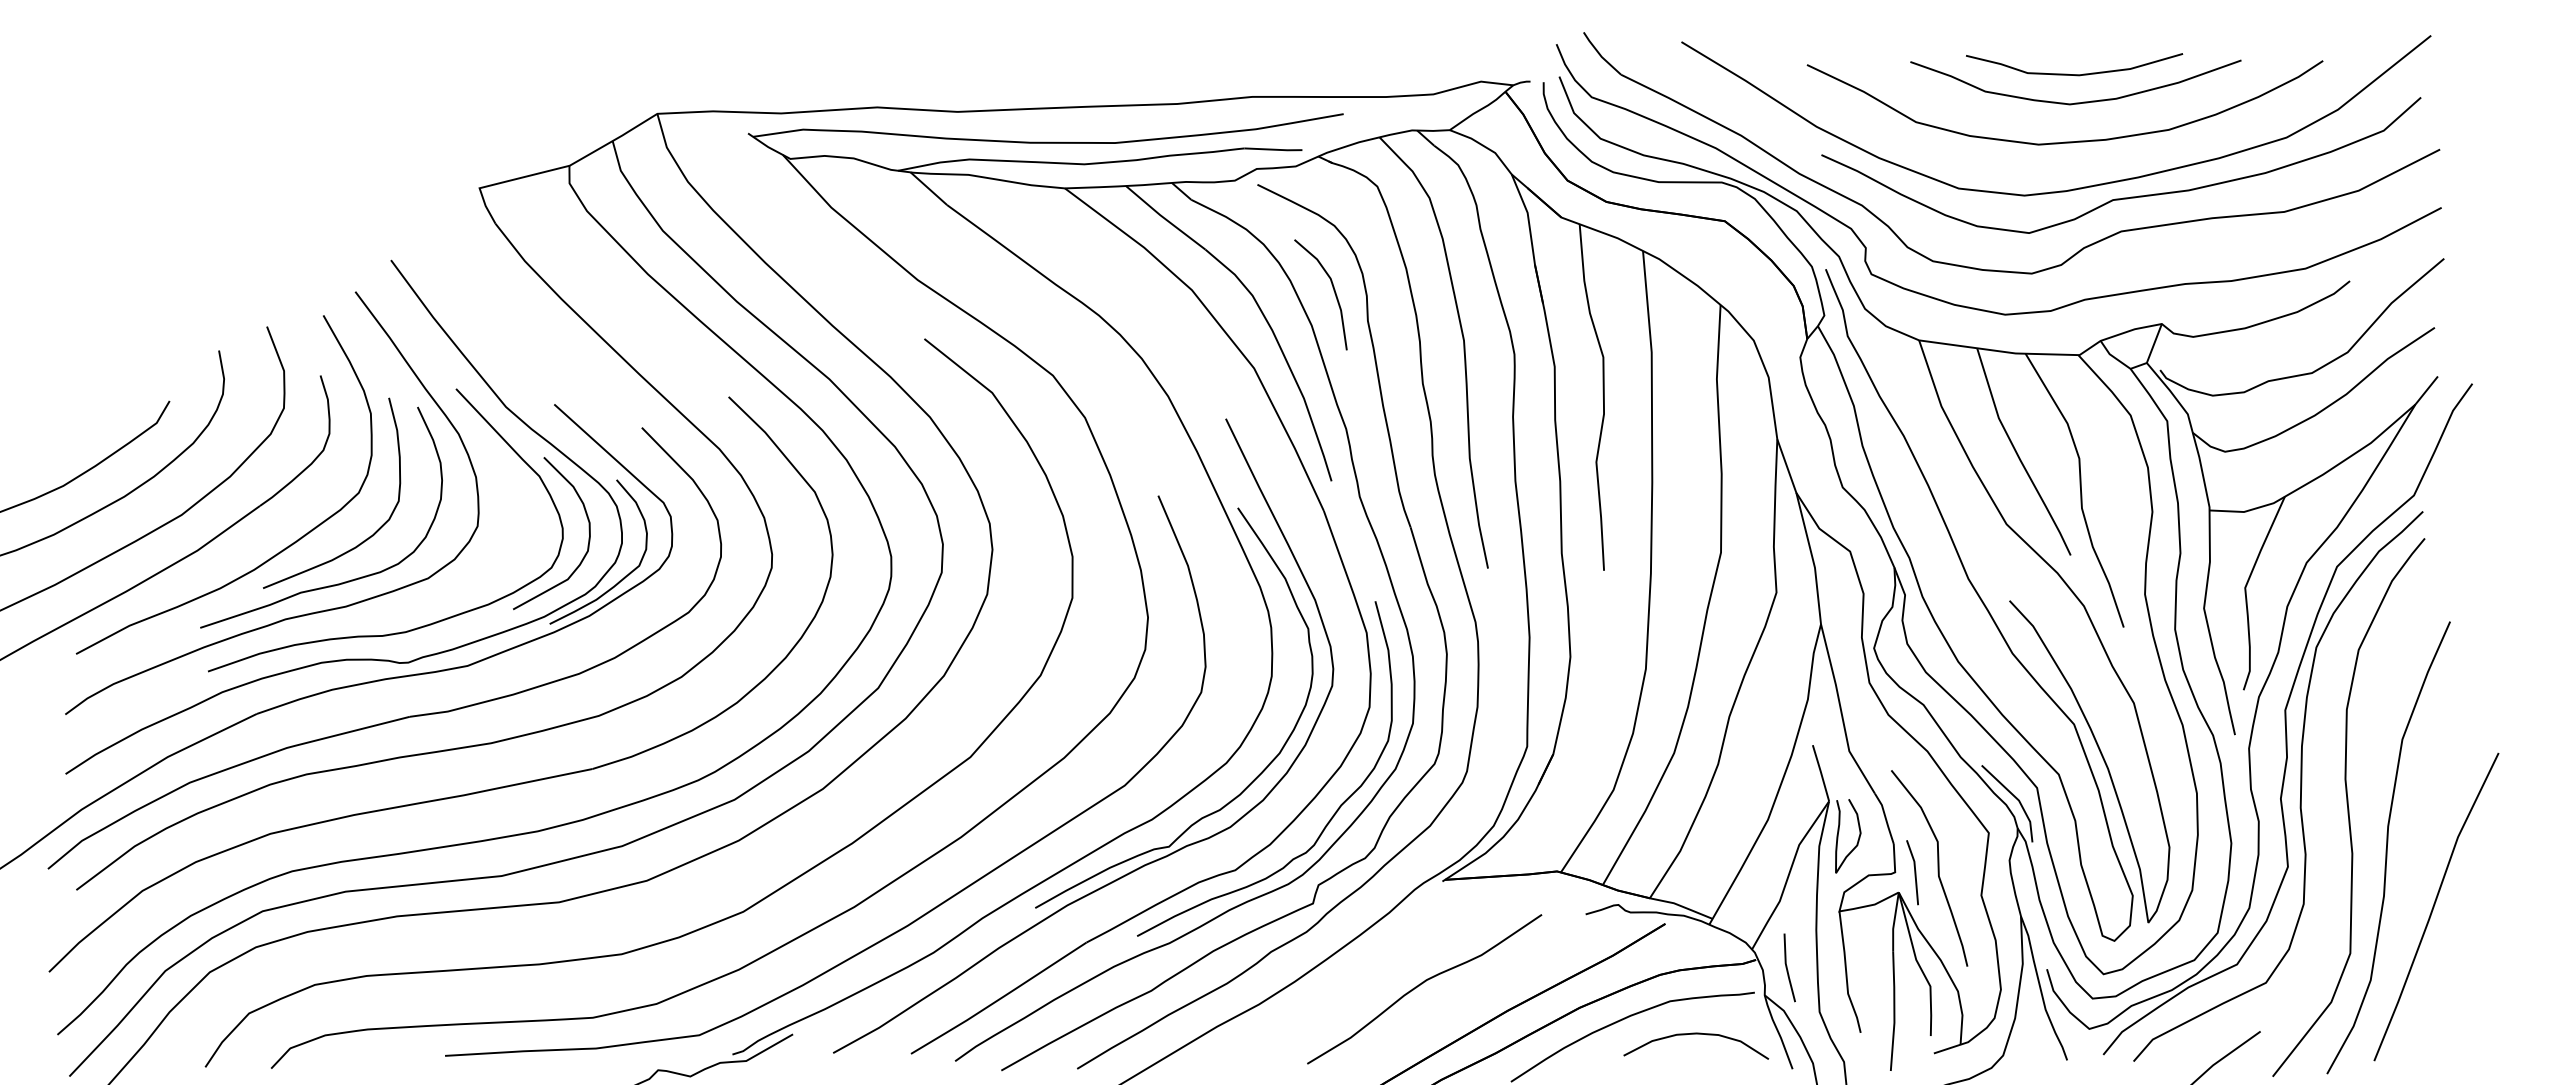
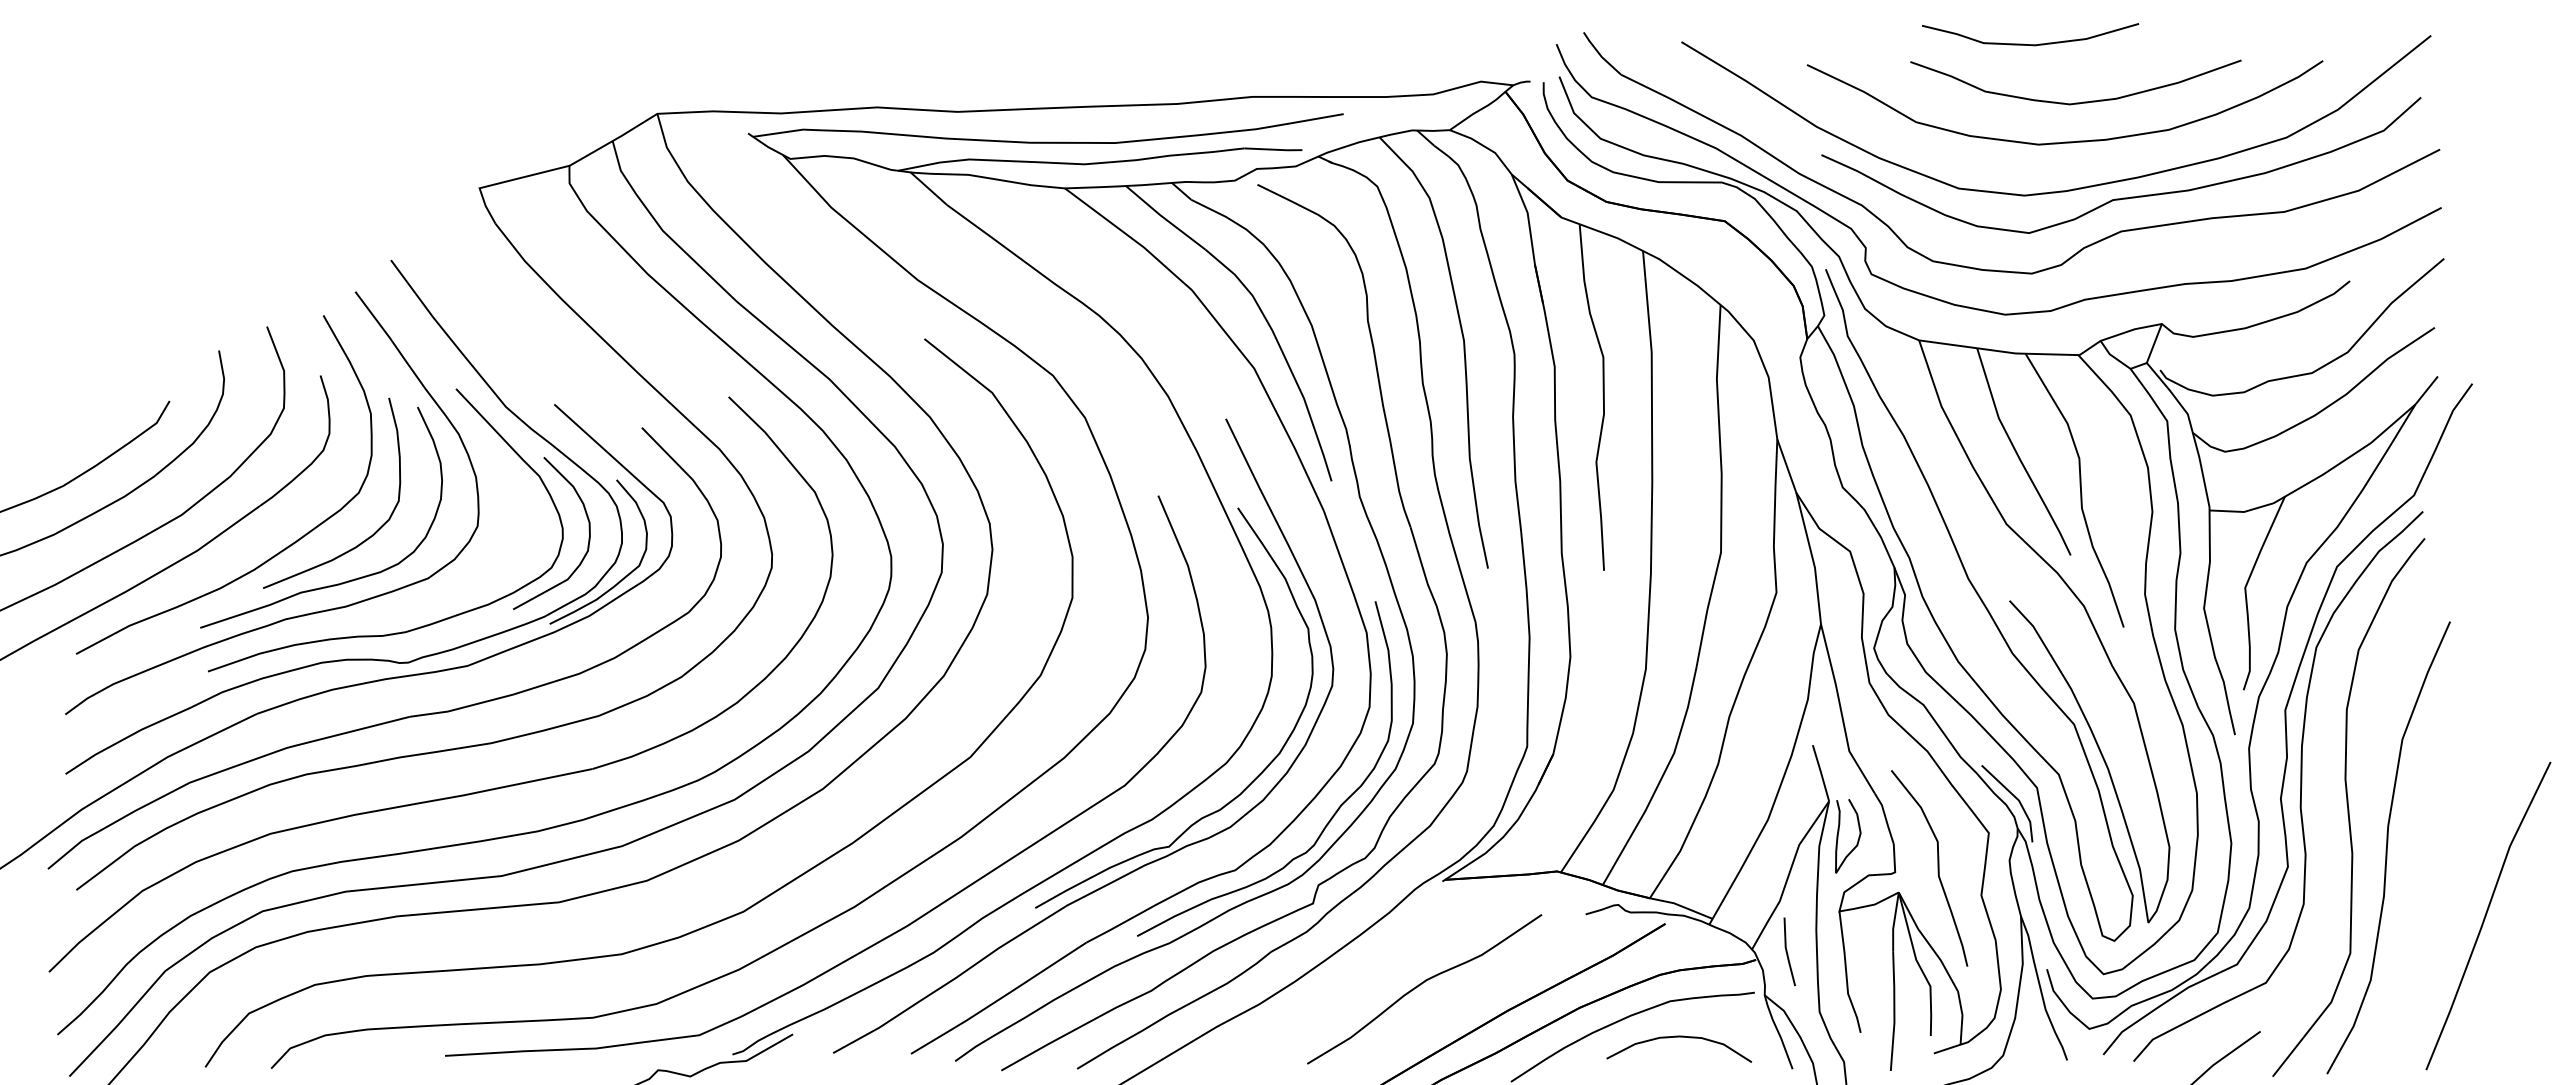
curve at (2074, 74) position: (2074, 74) -> (2030, 44)
curve at (1333, 290): present -> none
line at (1914, 872): present -> none
curve at (2434, 906) position: (2434, 906) -> (2486, 915)
line at (1787, 967) position: (1787, 967) -> (1787, 951)
curve at (1696, 1034) position: (1696, 1034) -> (1679, 1037)
